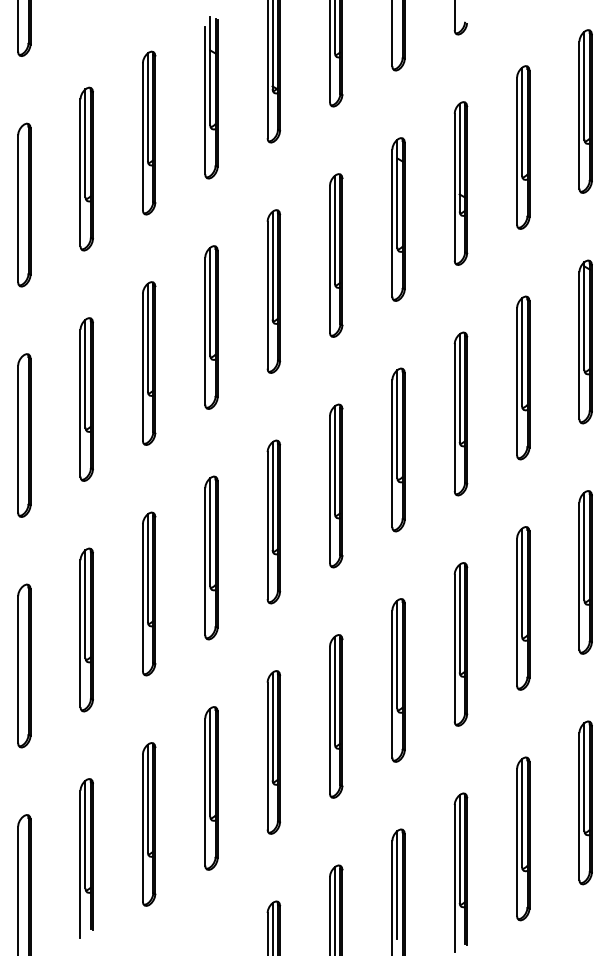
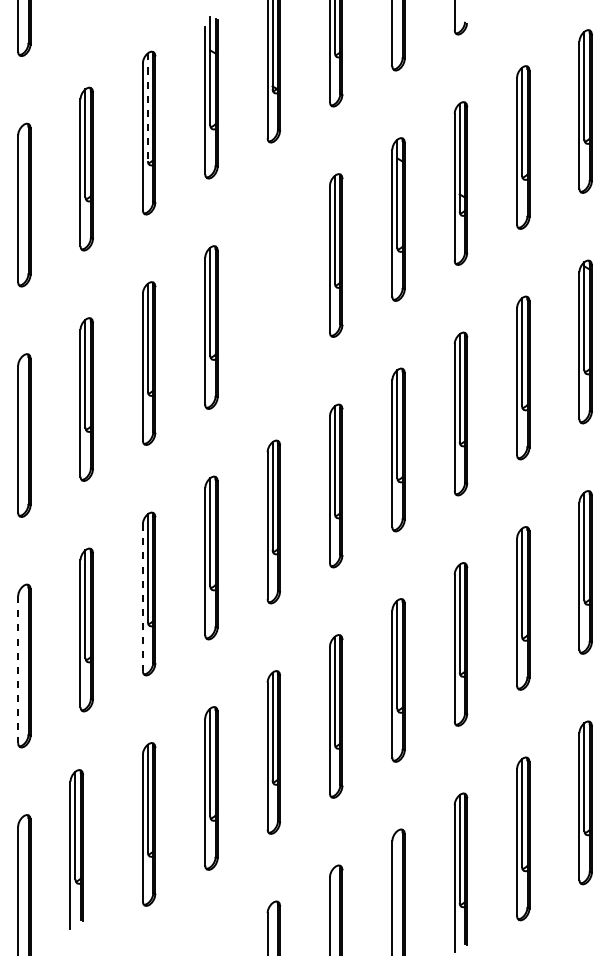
line at (147, 107): solid -> dashed
part at (273, 291): present -> none
line at (142, 598): solid -> dashed
line at (18, 670): solid -> dashed
part at (86, 858) position: (86, 858) -> (76, 849)
line at (397, 884): present -> none
line at (334, 909): present -> none
line at (272, 927): present -> none
